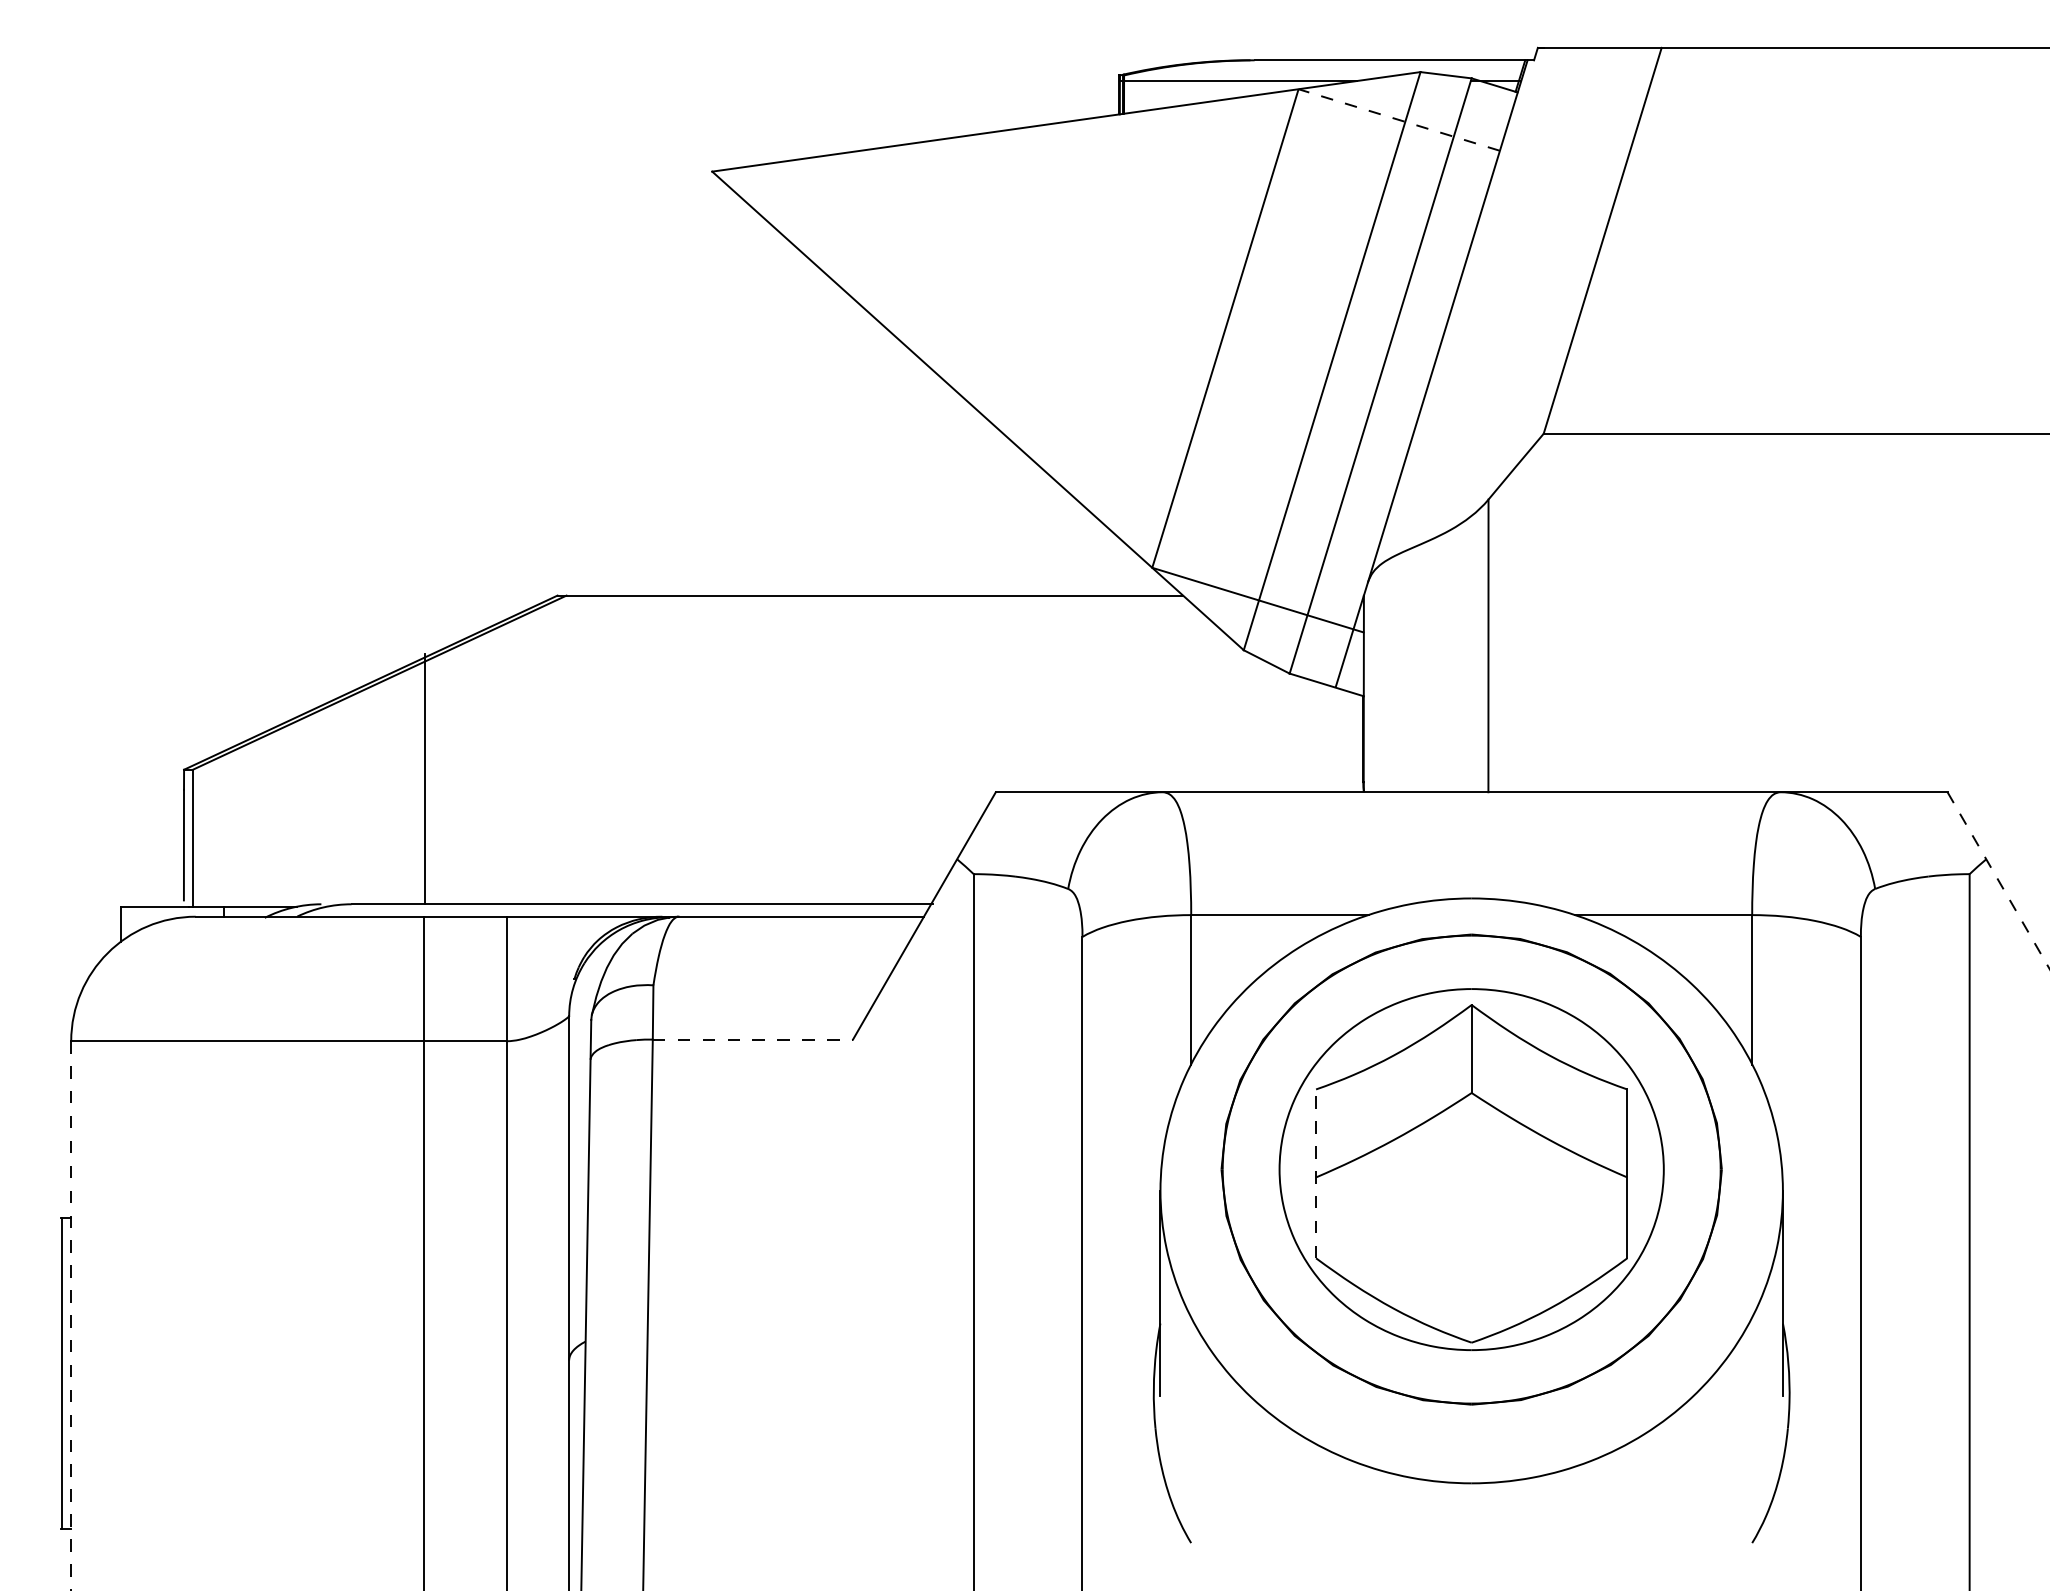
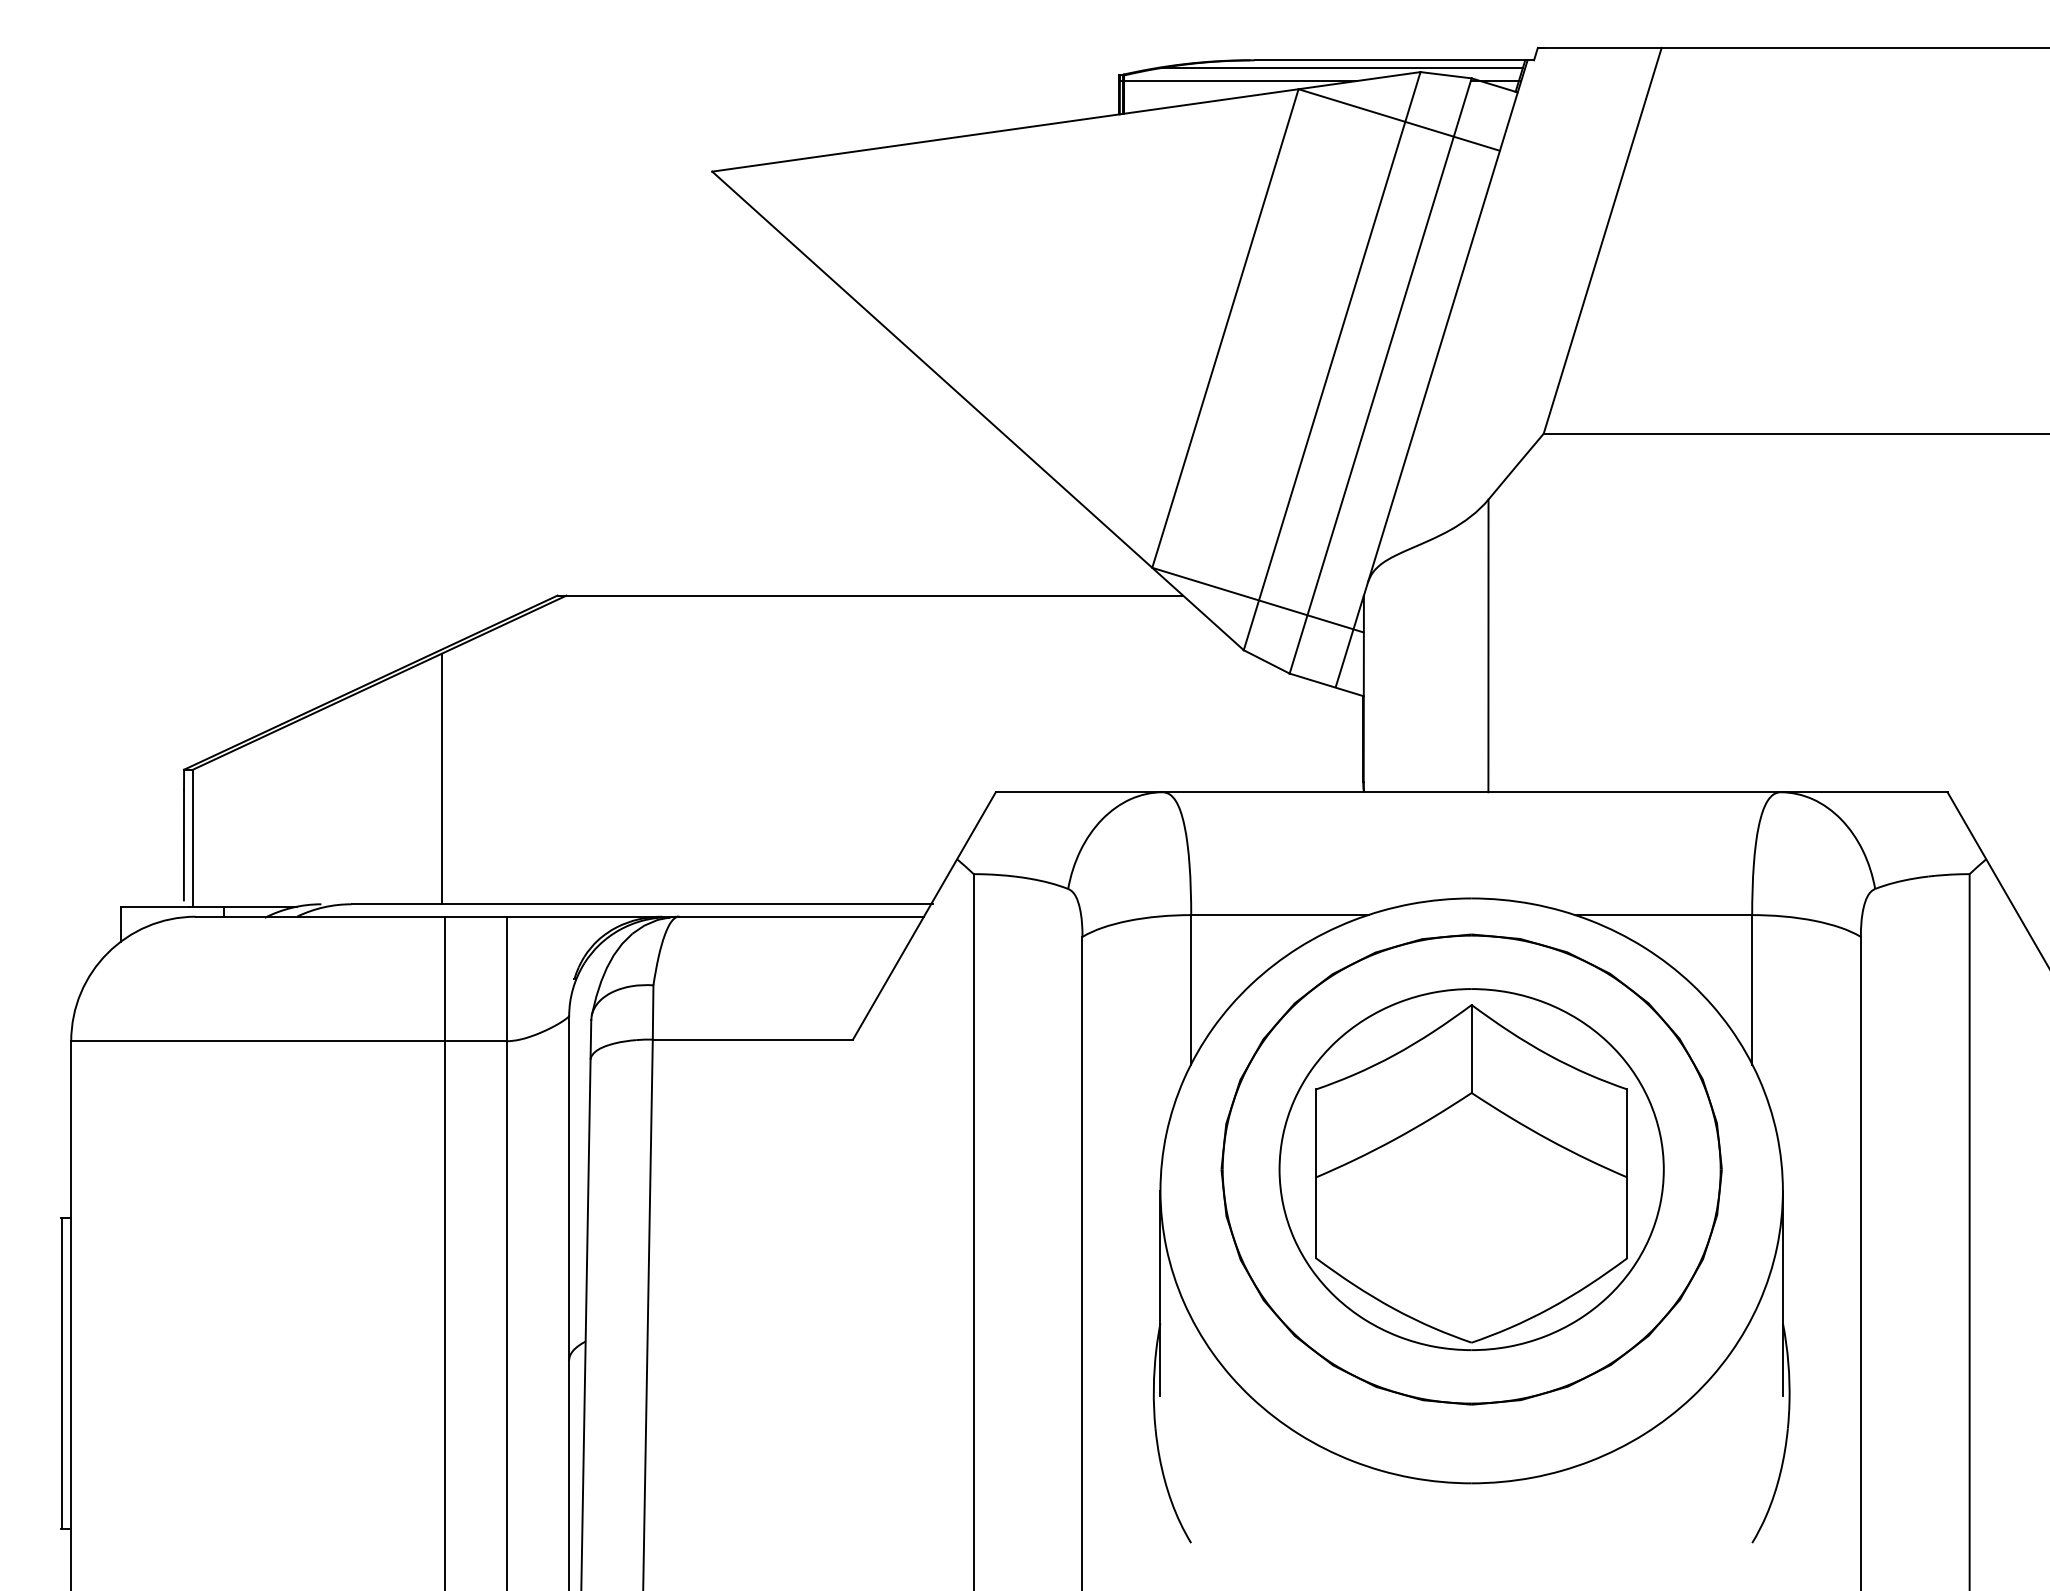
line at (1341, 67): none -> present
line at (1398, 119): dashed -> solid
line at (425, 778) position: (425, 778) -> (442, 778)
line at (1998, 881): dashed -> solid
line at (753, 1039): dashed -> solid
line at (1316, 1173): dashed -> solid
line at (423, 1251) position: (423, 1251) -> (444, 1251)
line at (71, 1315): dashed -> solid
